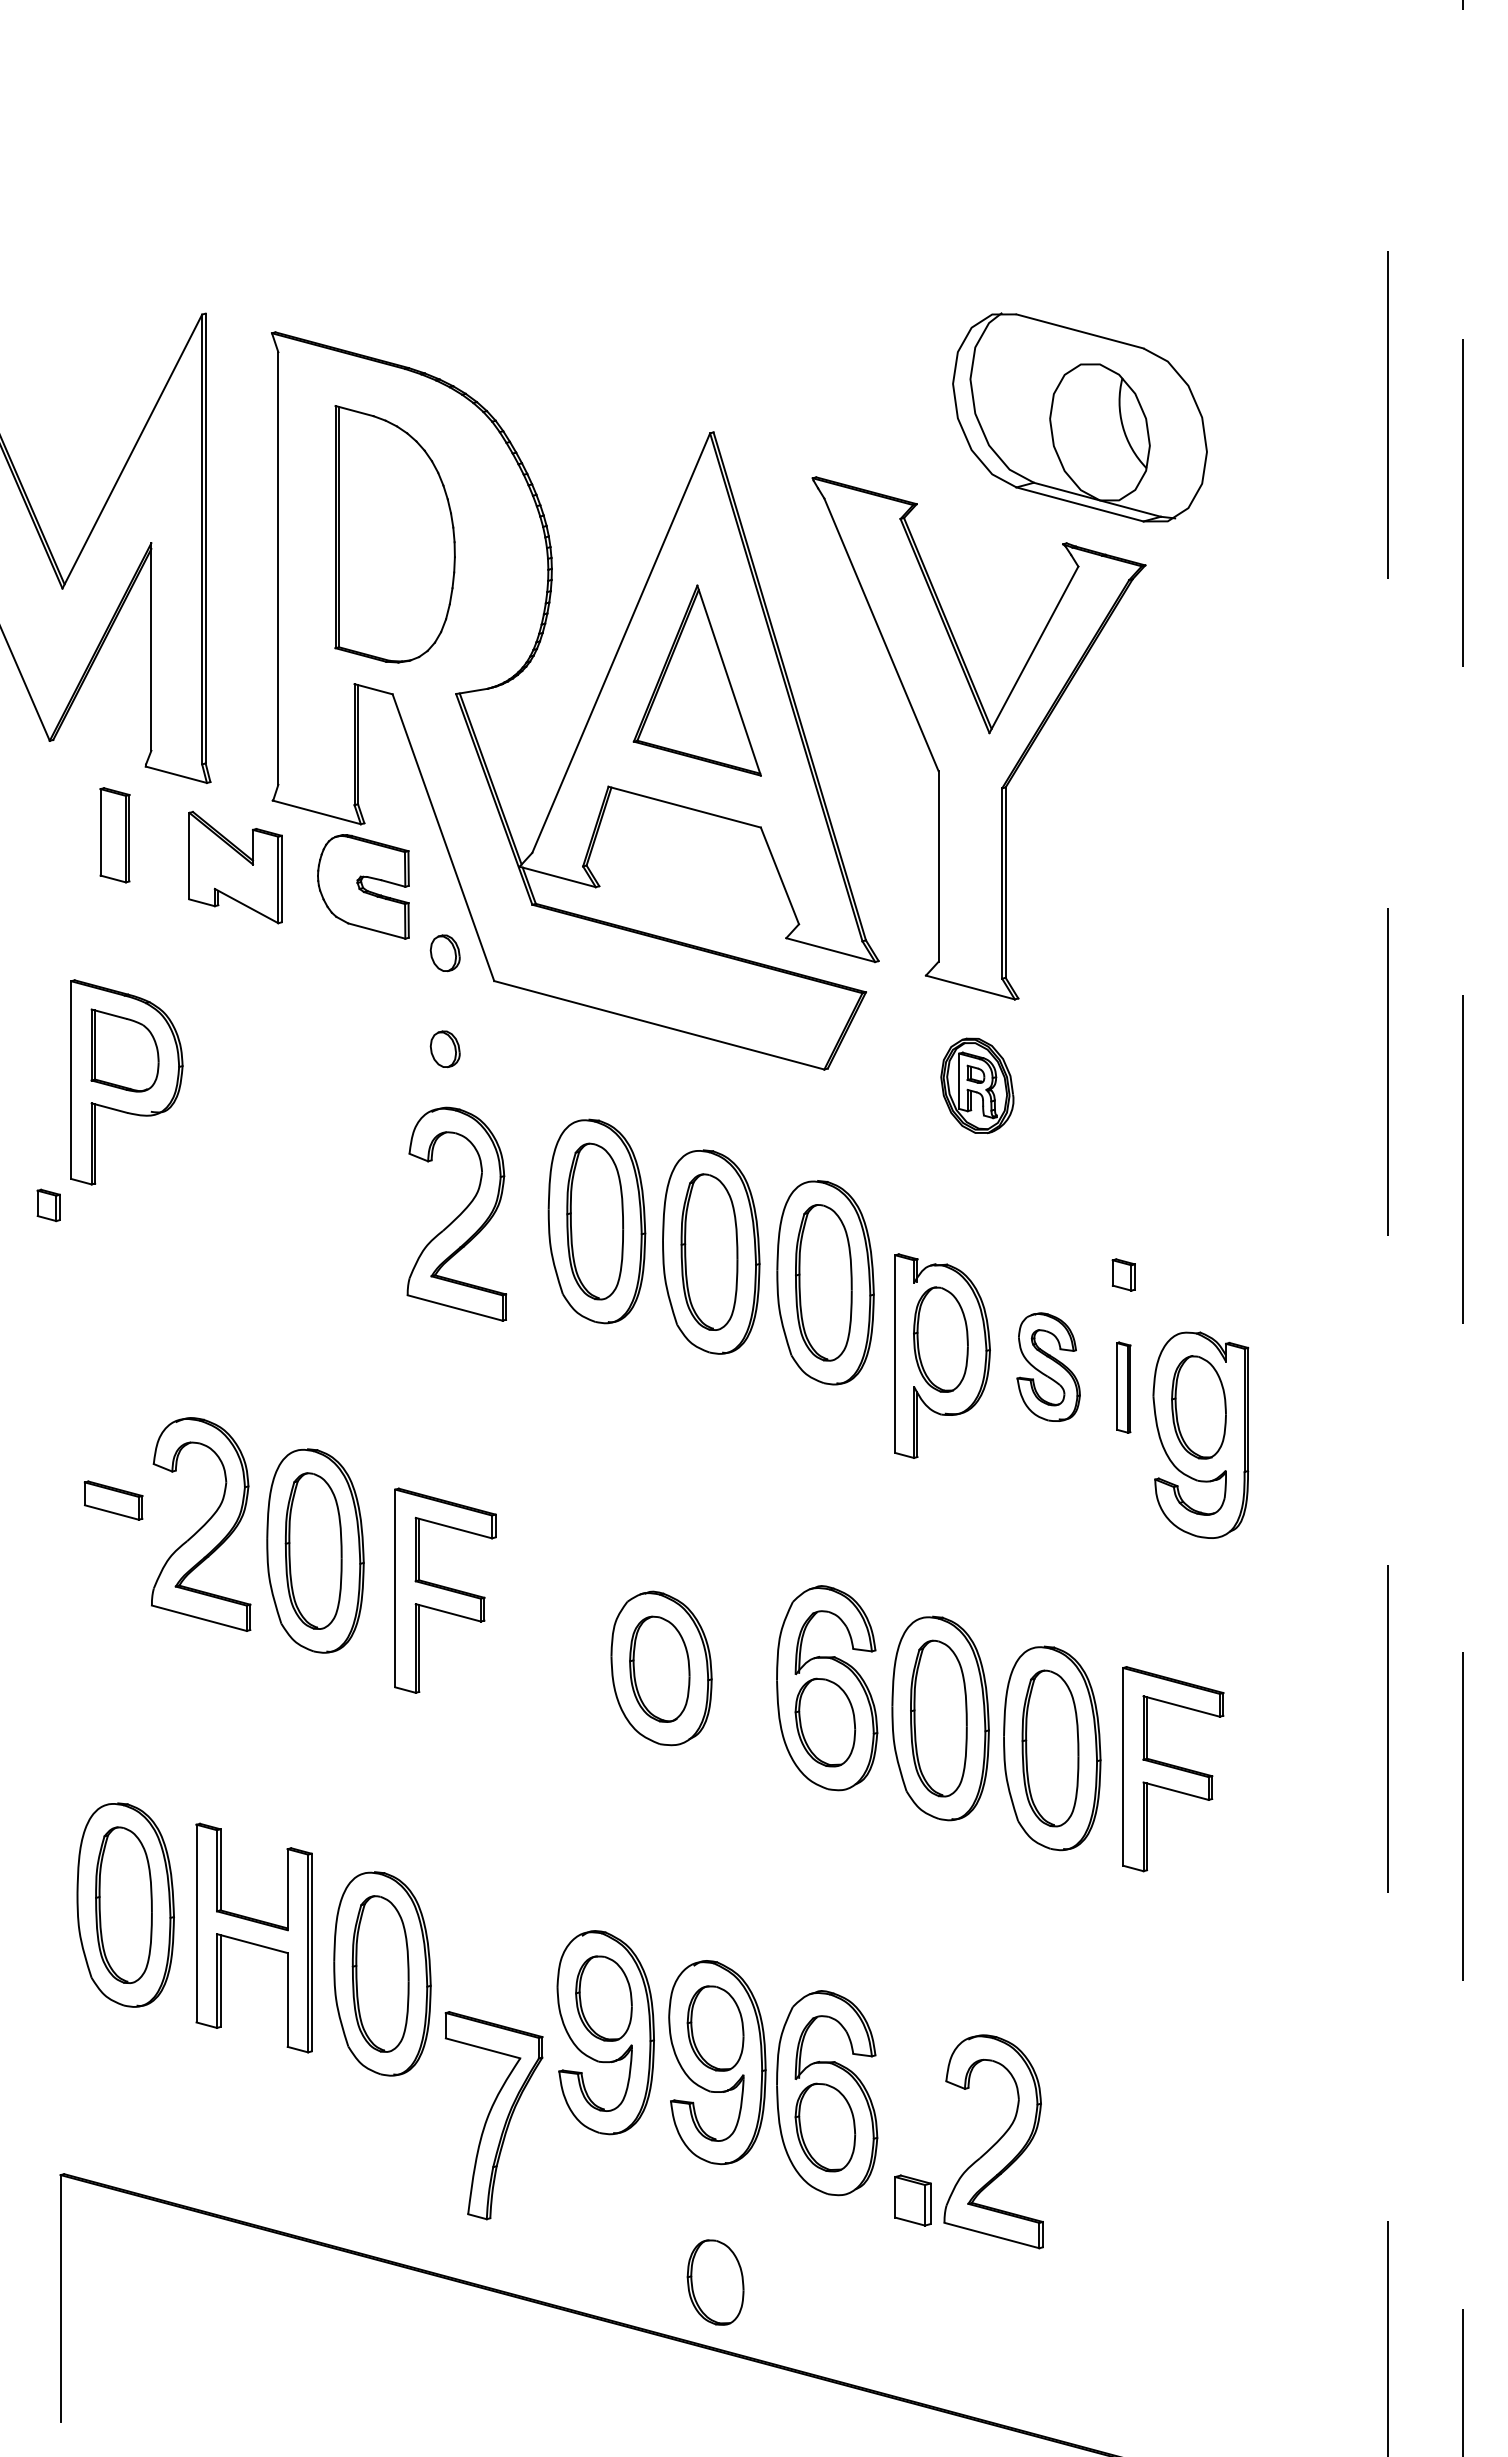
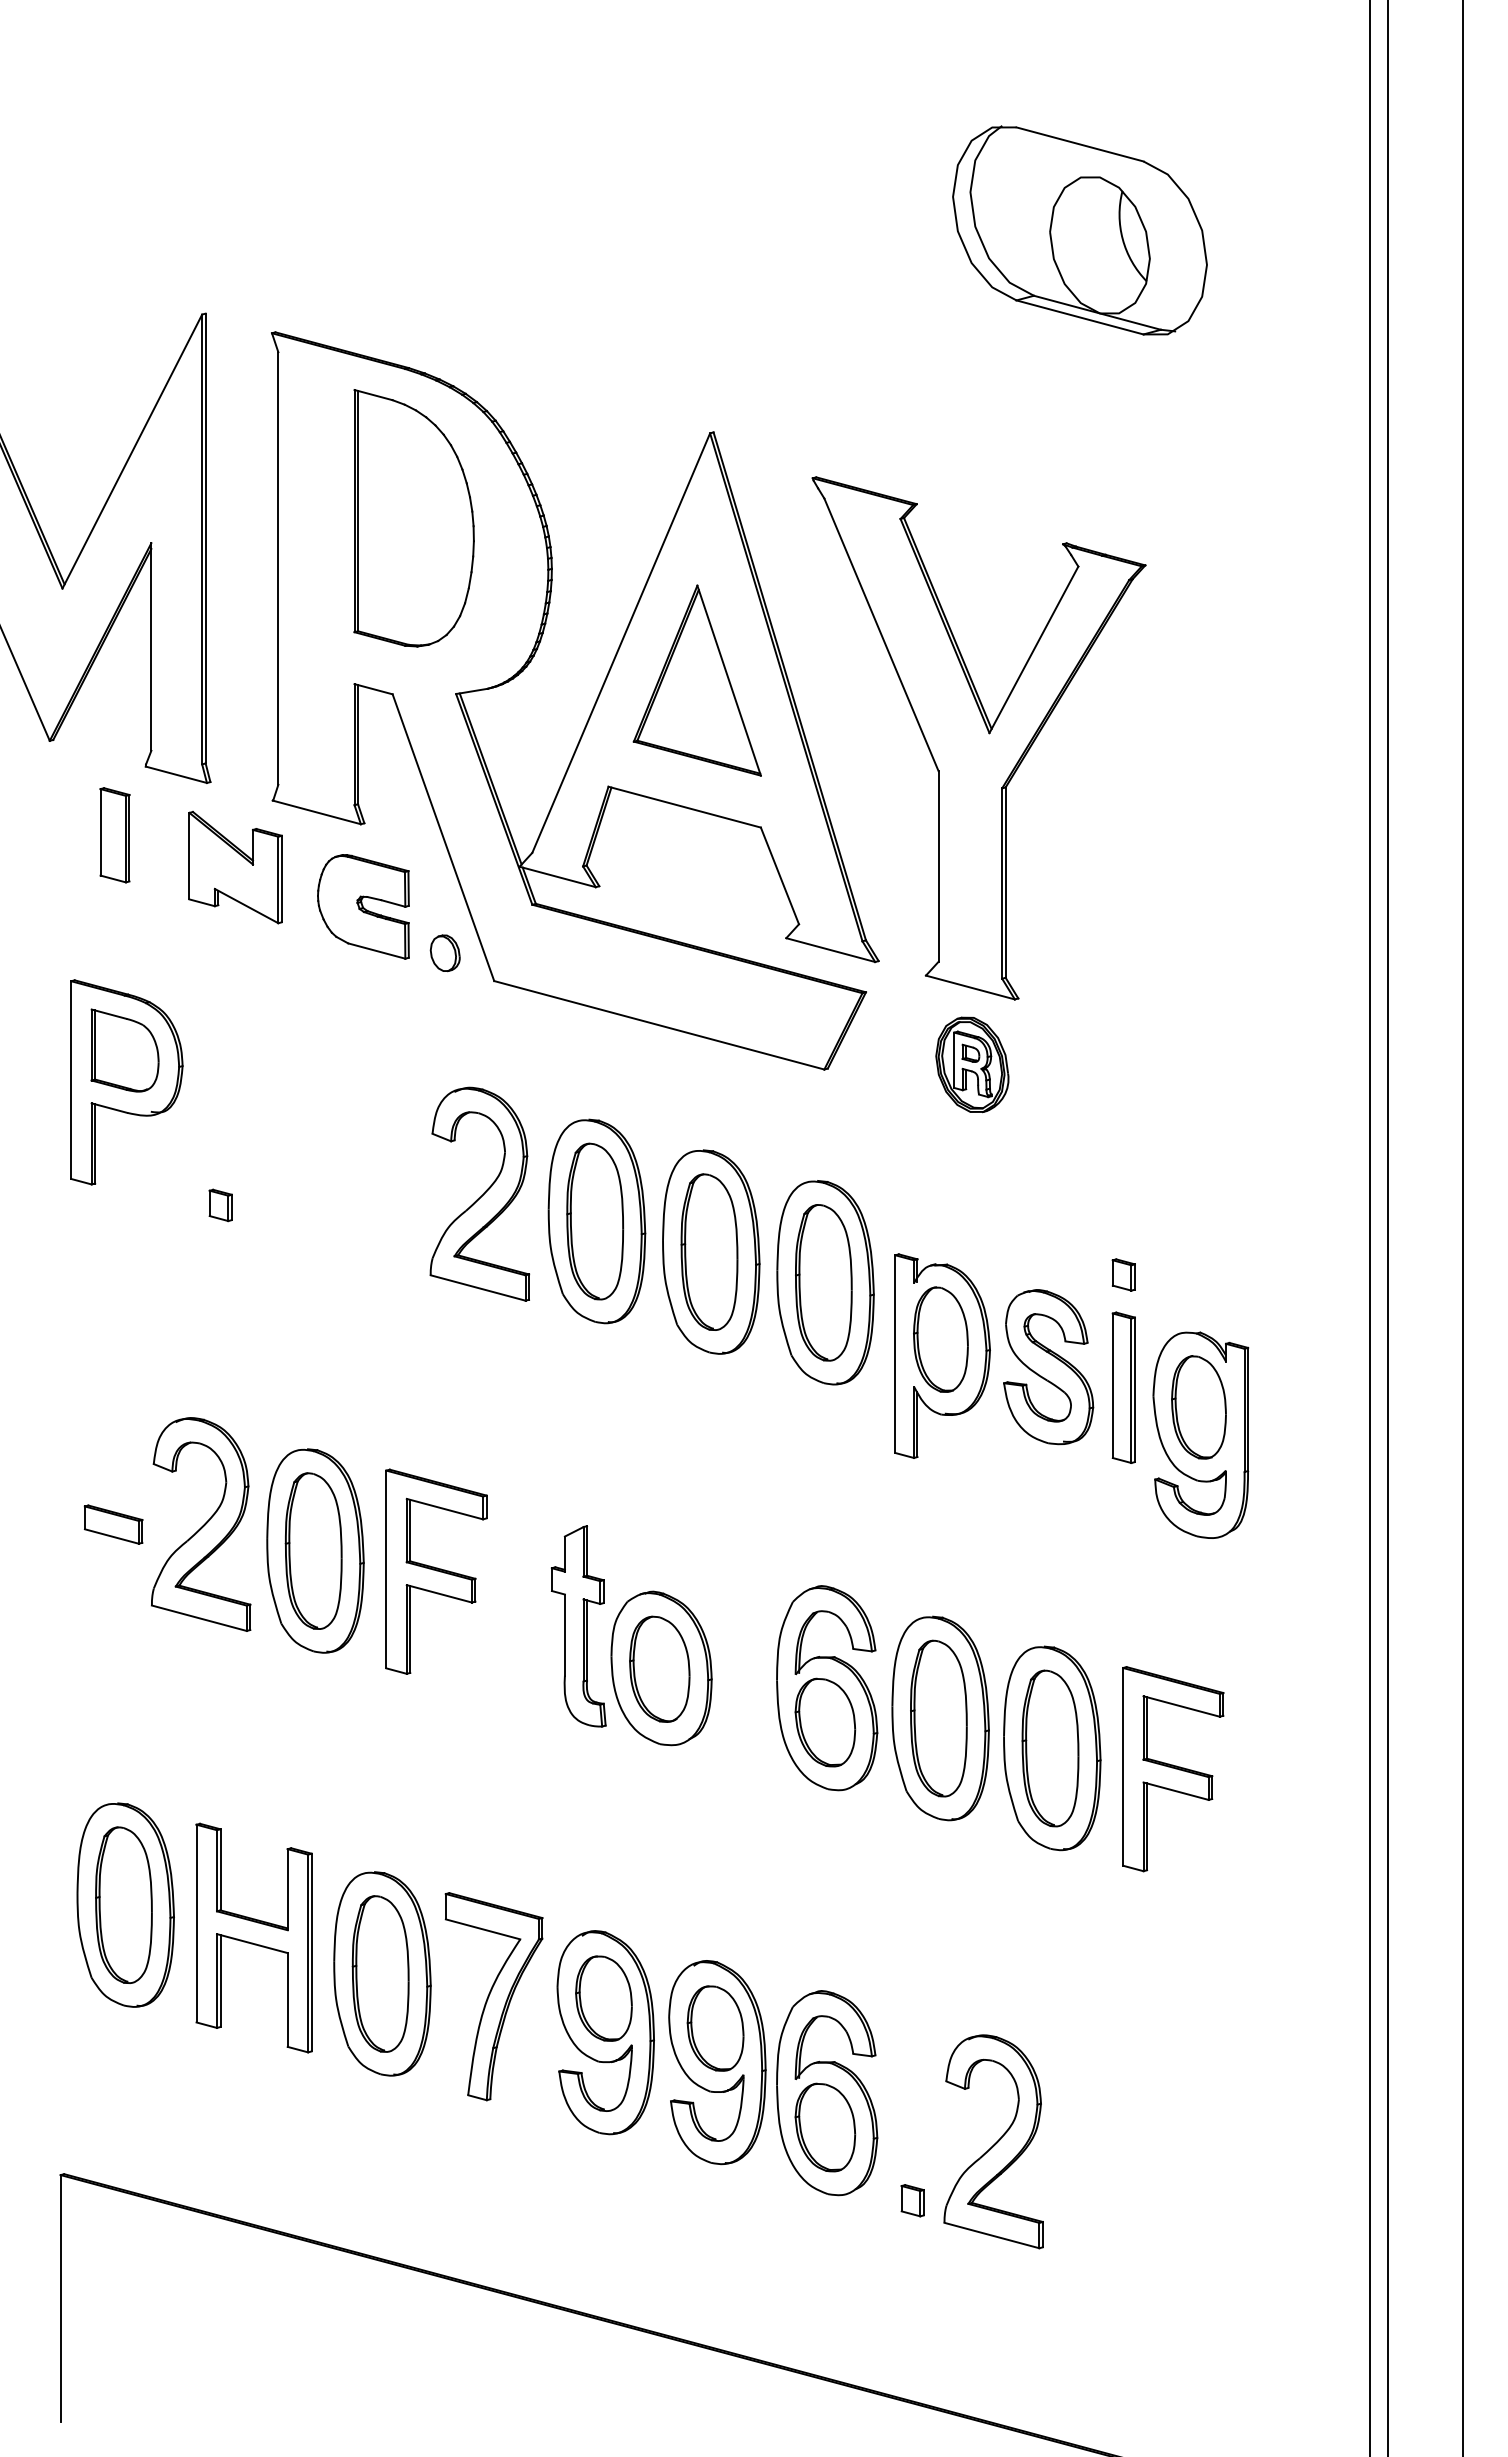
part at (1079, 417) position: (1079, 417) -> (1079, 230)
part at (394, 534) position: (394, 534) -> (413, 518)
part at (363, 886) position: (363, 886) -> (363, 906)
part at (444, 1049): present -> none
part at (977, 1085) position: (977, 1085) -> (972, 1064)
part at (48, 1205) position: (48, 1205) -> (220, 1205)
part at (456, 1213) position: (456, 1213) -> (479, 1193)
line at (1370, 1227): none -> present
line at (1387, 1228): dashed -> solid
line at (1462, 1228): dashed -> solid
part at (1048, 1366) size: 65x110 px -> 92x157 px
part at (1123, 1387) size: 16x93 px -> 25x153 px
part at (113, 1500) position: (113, 1500) -> (113, 1524)
part at (445, 1590) position: (445, 1590) -> (436, 1571)
part at (578, 1626): none -> present
part at (493, 2115) position: (493, 2115) -> (493, 1996)
part at (912, 2200) size: 38x53 px -> 25x34 px
part at (715, 2282): present -> none
